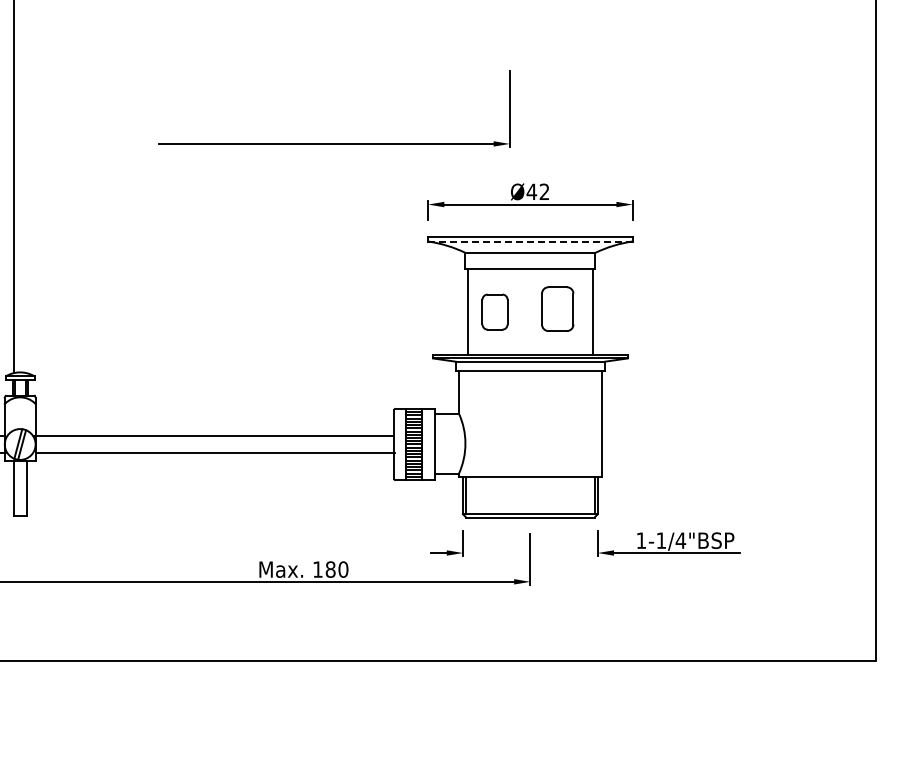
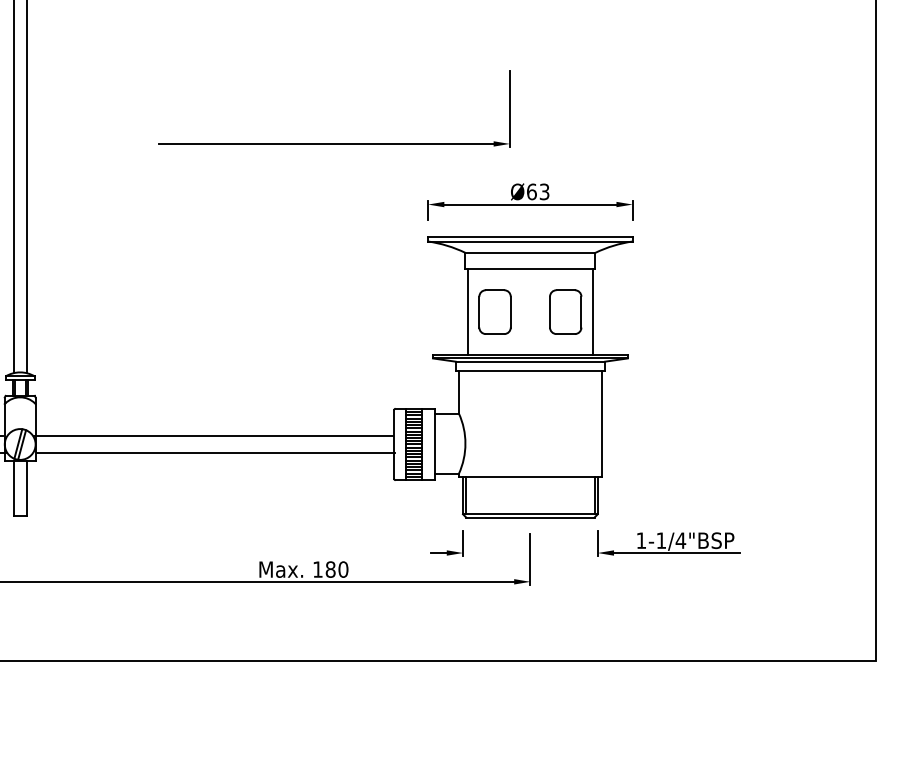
line at (26, 187): none -> present
text at (537, 191): Ø42 -> Ø63
line at (530, 241): dashed -> solid
part at (557, 308) position: (557, 308) -> (565, 311)
part at (494, 311) size: 28x38 px -> 34x46 px
